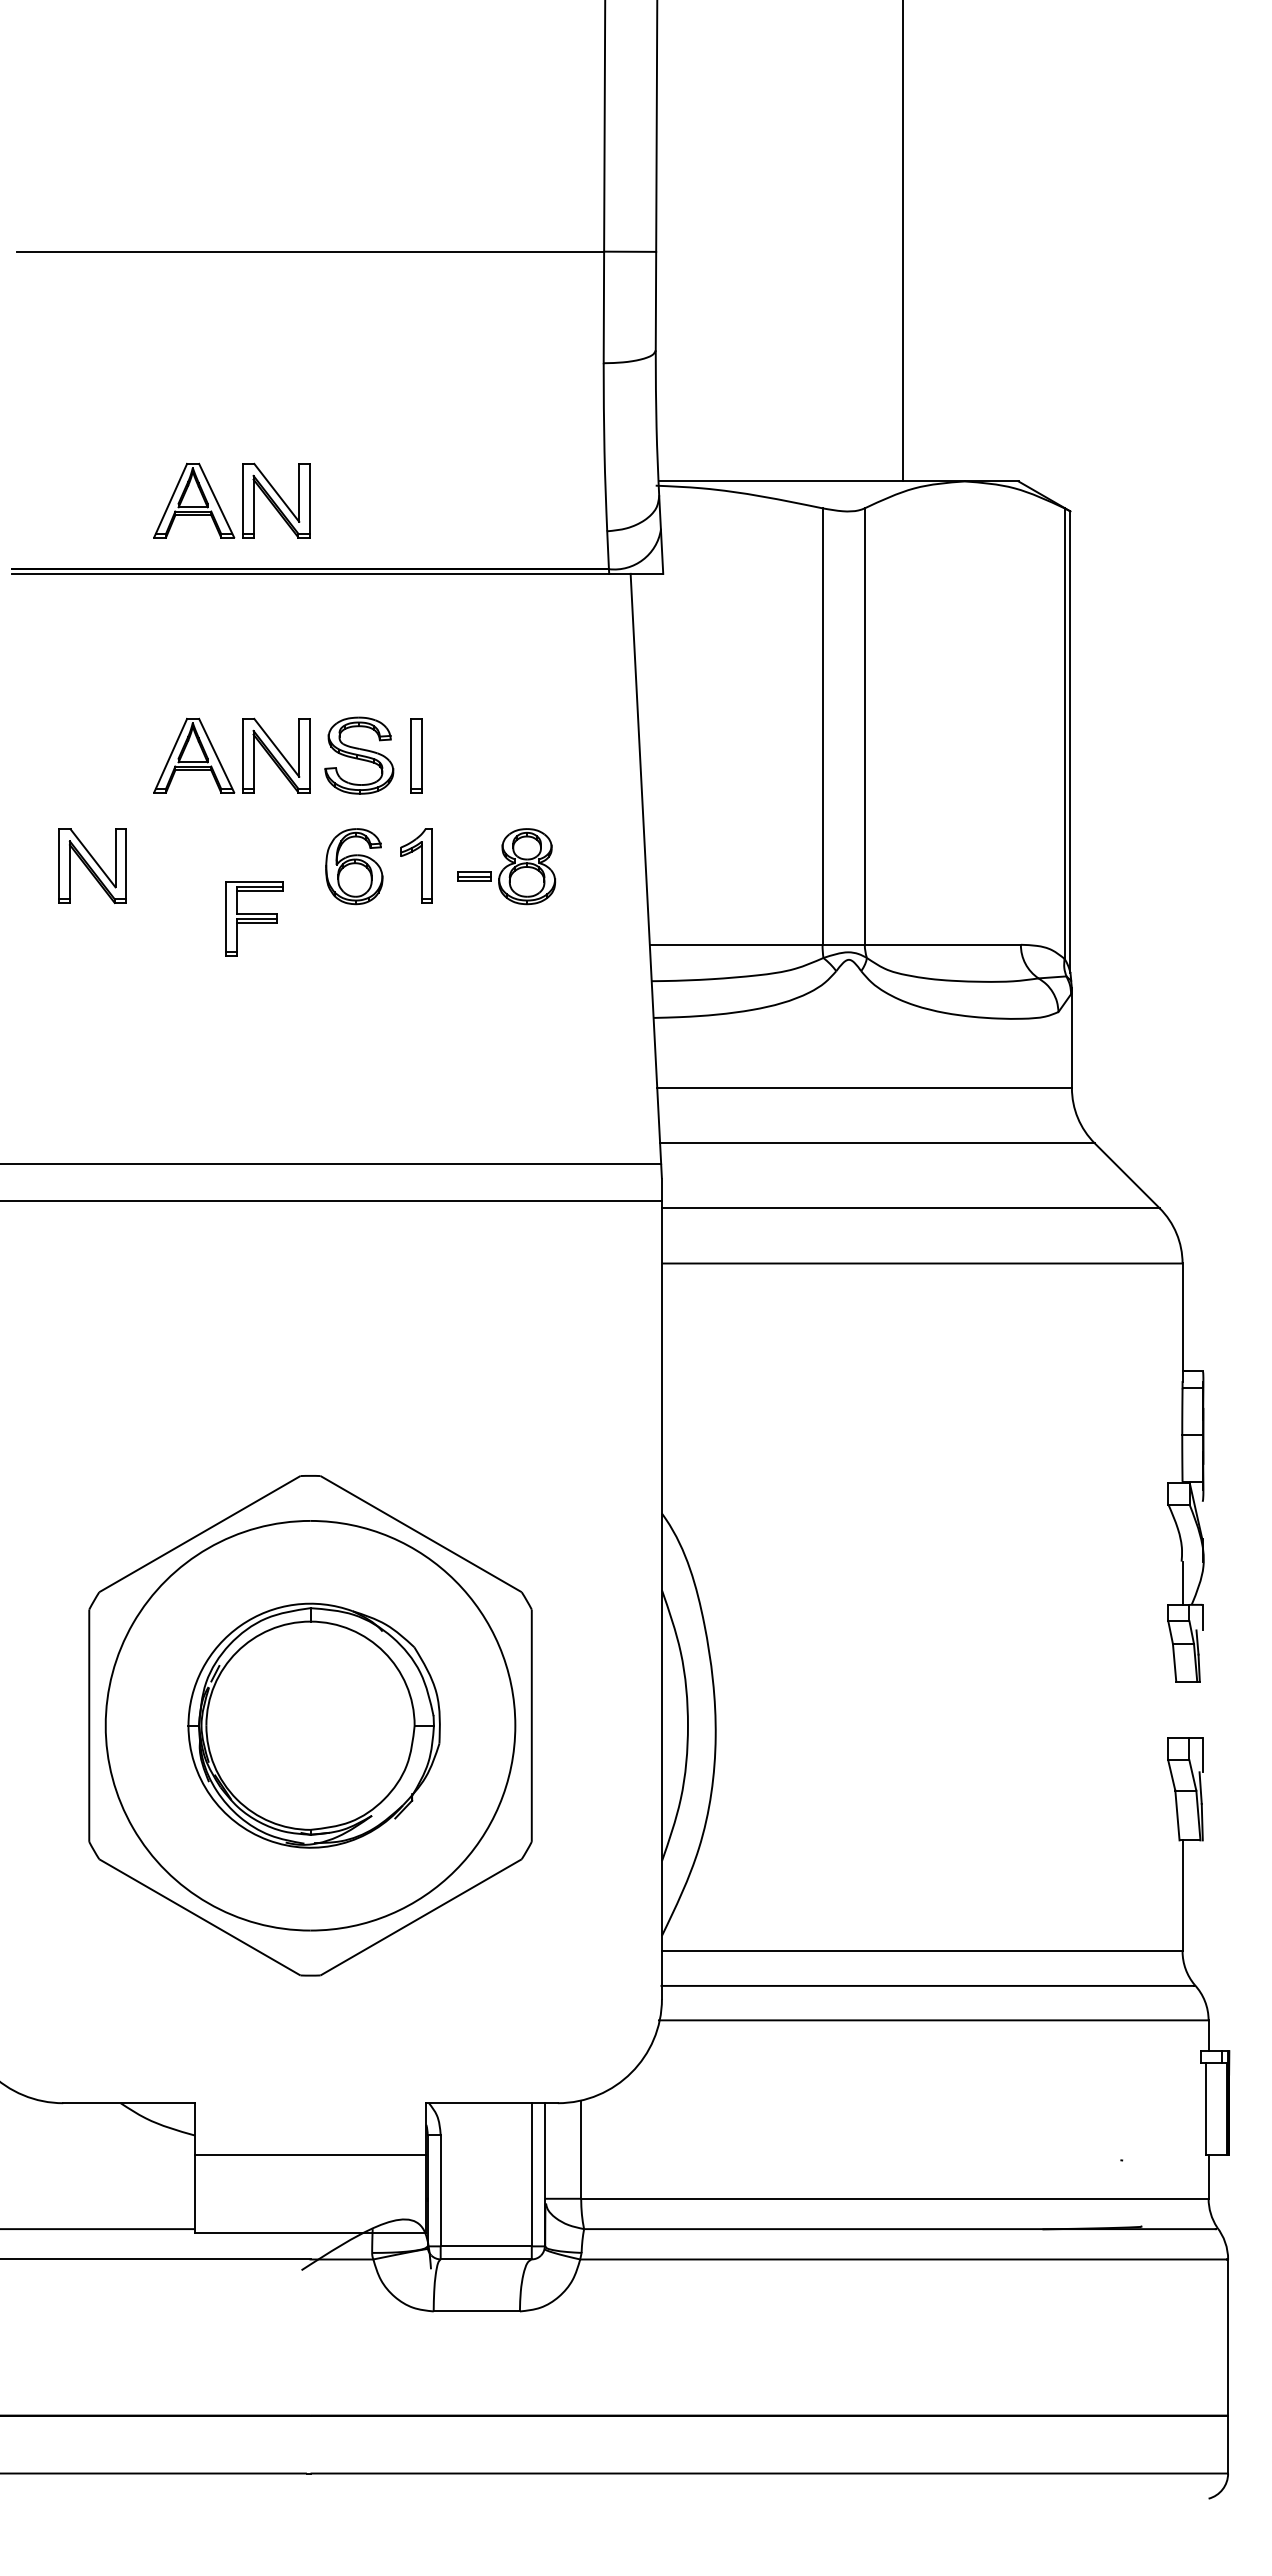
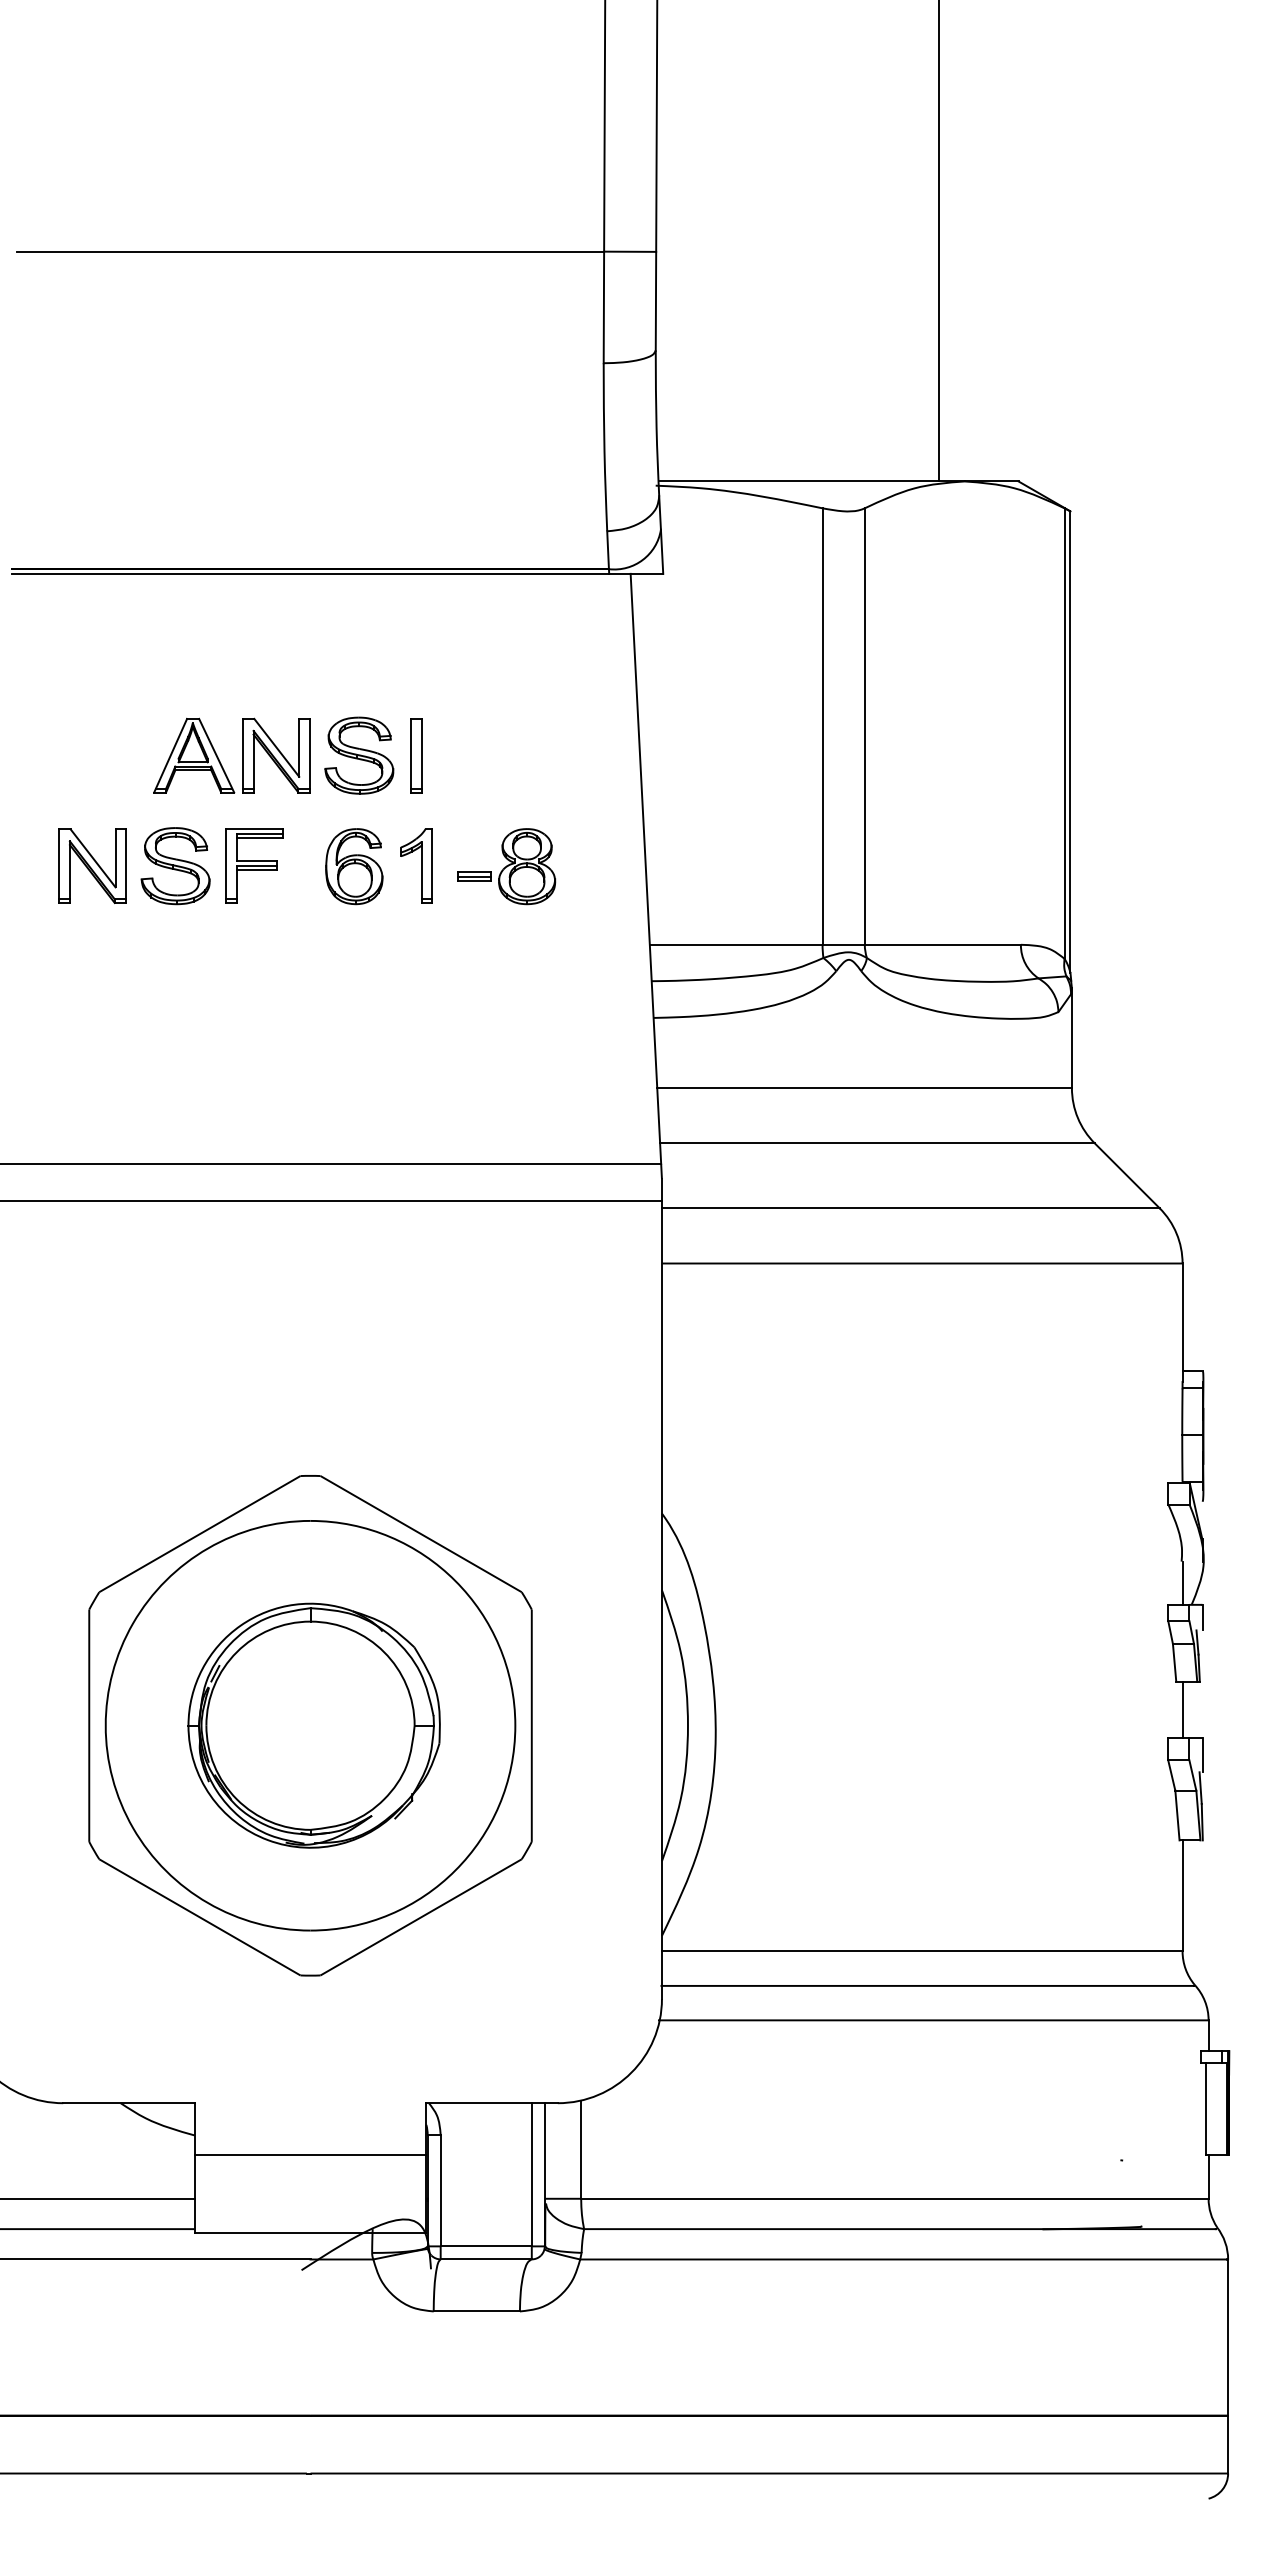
line at (903, 241) position: (903, 241) -> (939, 241)
part at (242, 500): present -> none
part at (175, 866): none -> present
part at (254, 918) position: (254, 918) -> (254, 865)
line at (1182, 1709): none -> present
line at (98, 2198): none -> present
